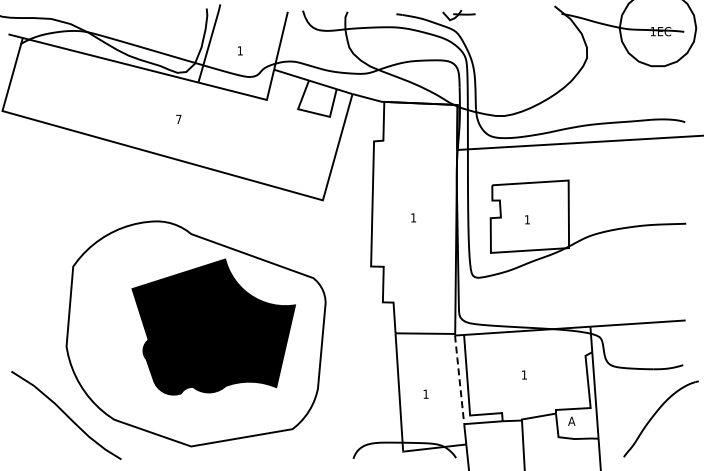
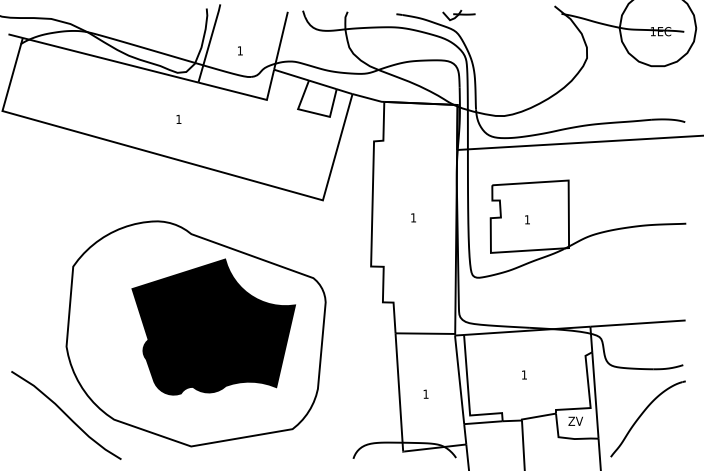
text at (178, 118): 7 -> 1
line at (459, 379): dashed -> solid
part at (654, 416) position: (654, 416) -> (641, 416)
text at (575, 420): A -> ZV
